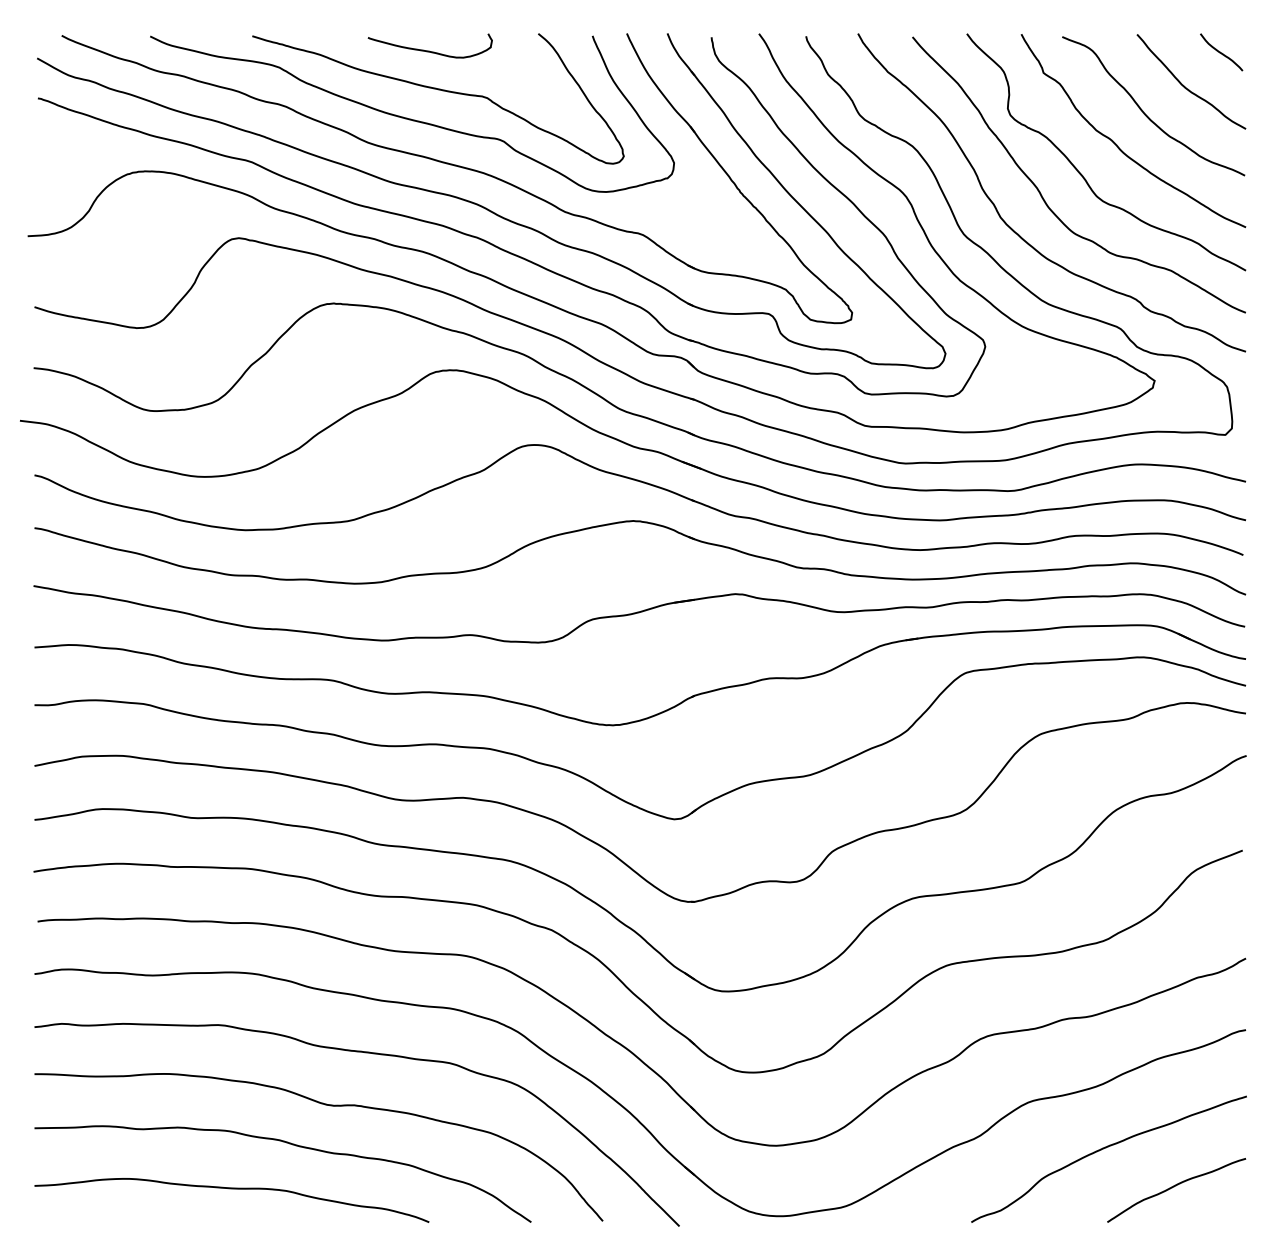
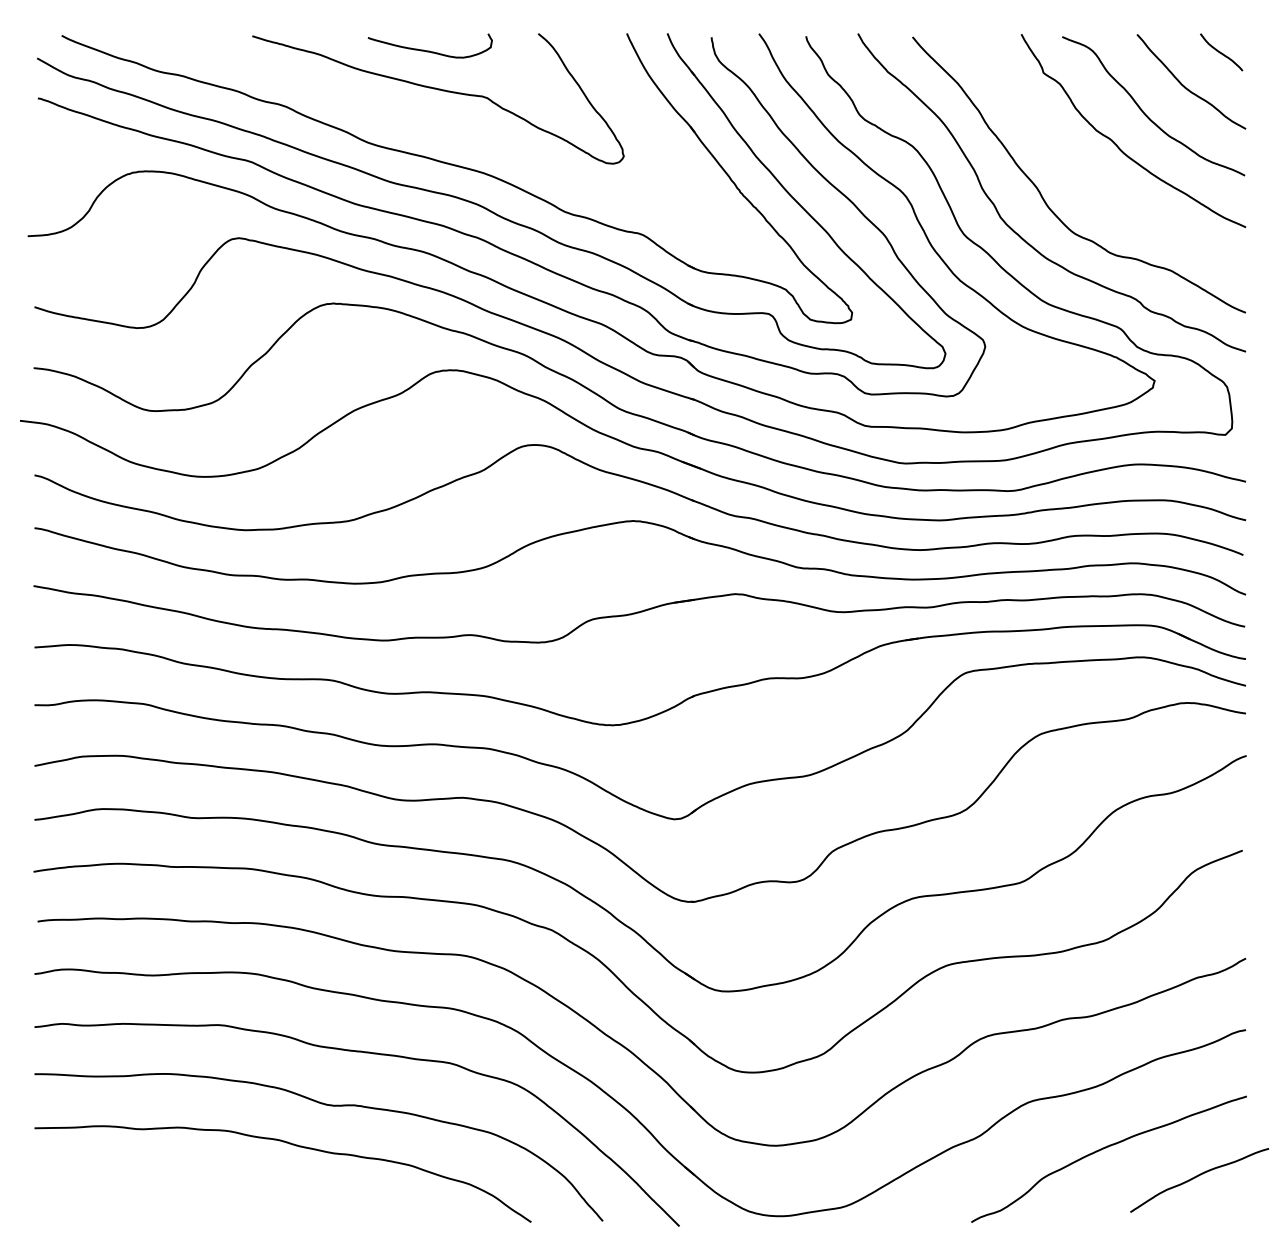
curve at (411, 118): present -> none
curve at (1083, 175): present -> none
curve at (1174, 1187) position: (1174, 1187) -> (1197, 1177)
curve at (231, 1189): present -> none
